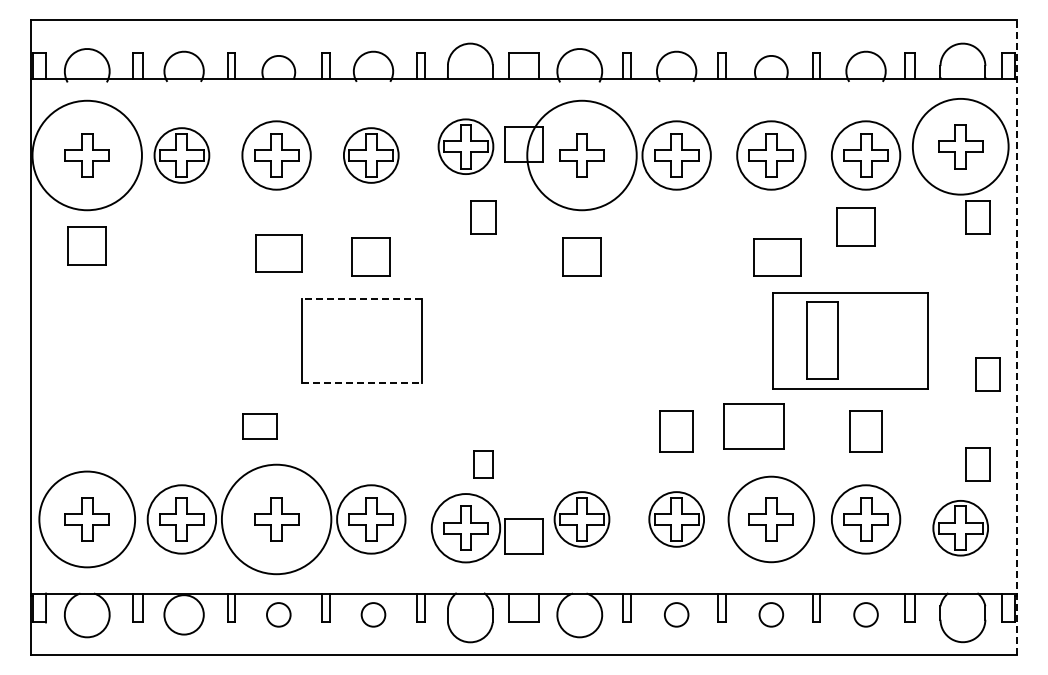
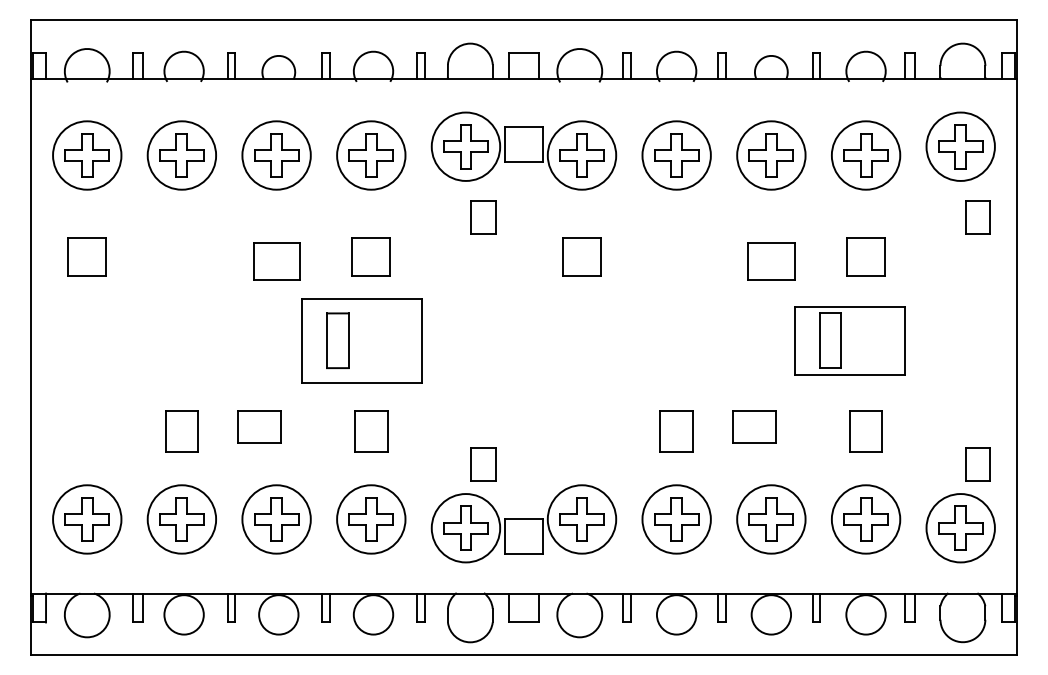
circle at (465, 146) diameter: 55 px -> 68 px
circle at (960, 146) diameter: 96 px -> 68 px
circle at (86, 155) diameter: 109 px -> 68 px
circle at (181, 155) diameter: 55 px -> 68 px
circle at (370, 155) diameter: 55 px -> 68 px
circle at (581, 155) diameter: 109 px -> 68 px
part at (855, 226) position: (855, 226) -> (865, 256)
part at (86, 245) position: (86, 245) -> (86, 256)
part at (278, 253) position: (278, 253) -> (276, 261)
part at (777, 257) position: (777, 257) -> (771, 261)
line at (361, 298): dashed -> solid
line at (1016, 337): dashed -> solid
part at (337, 340): none -> present
part at (850, 340) size: 157x98 px -> 112x70 px
part at (987, 374): present -> none
line at (361, 382): dashed -> solid
part at (259, 426) size: 36x27 px -> 45x34 px
part at (753, 426) size: 62x47 px -> 45x34 px
part at (181, 431): none -> present
part at (371, 431): none -> present
part at (483, 464) size: 21x29 px -> 27x35 px
circle at (87, 519) diameter: 96 px -> 68 px
circle at (276, 519) diameter: 109 px -> 68 px
circle at (581, 519) diameter: 55 px -> 68 px
circle at (676, 519) diameter: 55 px -> 68 px
circle at (771, 519) diameter: 86 px -> 68 px
circle at (960, 527) diameter: 55 px -> 68 px
circle at (278, 614) diameter: 24 px -> 39 px
circle at (373, 614) diameter: 24 px -> 39 px
circle at (676, 614) diameter: 24 px -> 39 px
circle at (771, 614) diameter: 24 px -> 39 px
circle at (865, 614) diameter: 24 px -> 39 px
